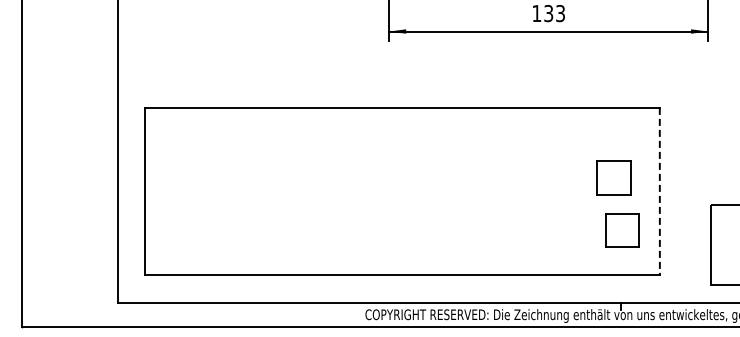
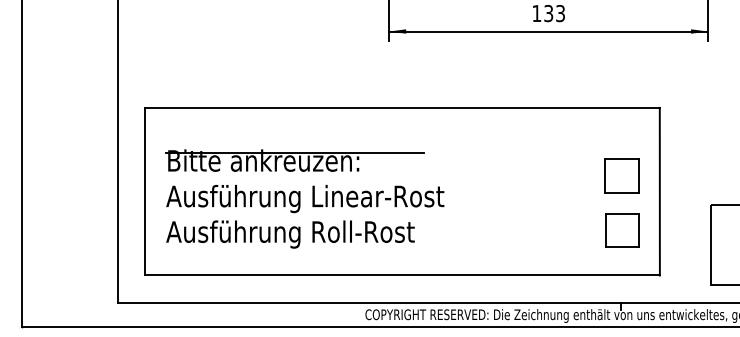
part at (613, 177) position: (613, 177) -> (621, 175)
line at (659, 191): dashed -> solid
part at (304, 198): none -> present
